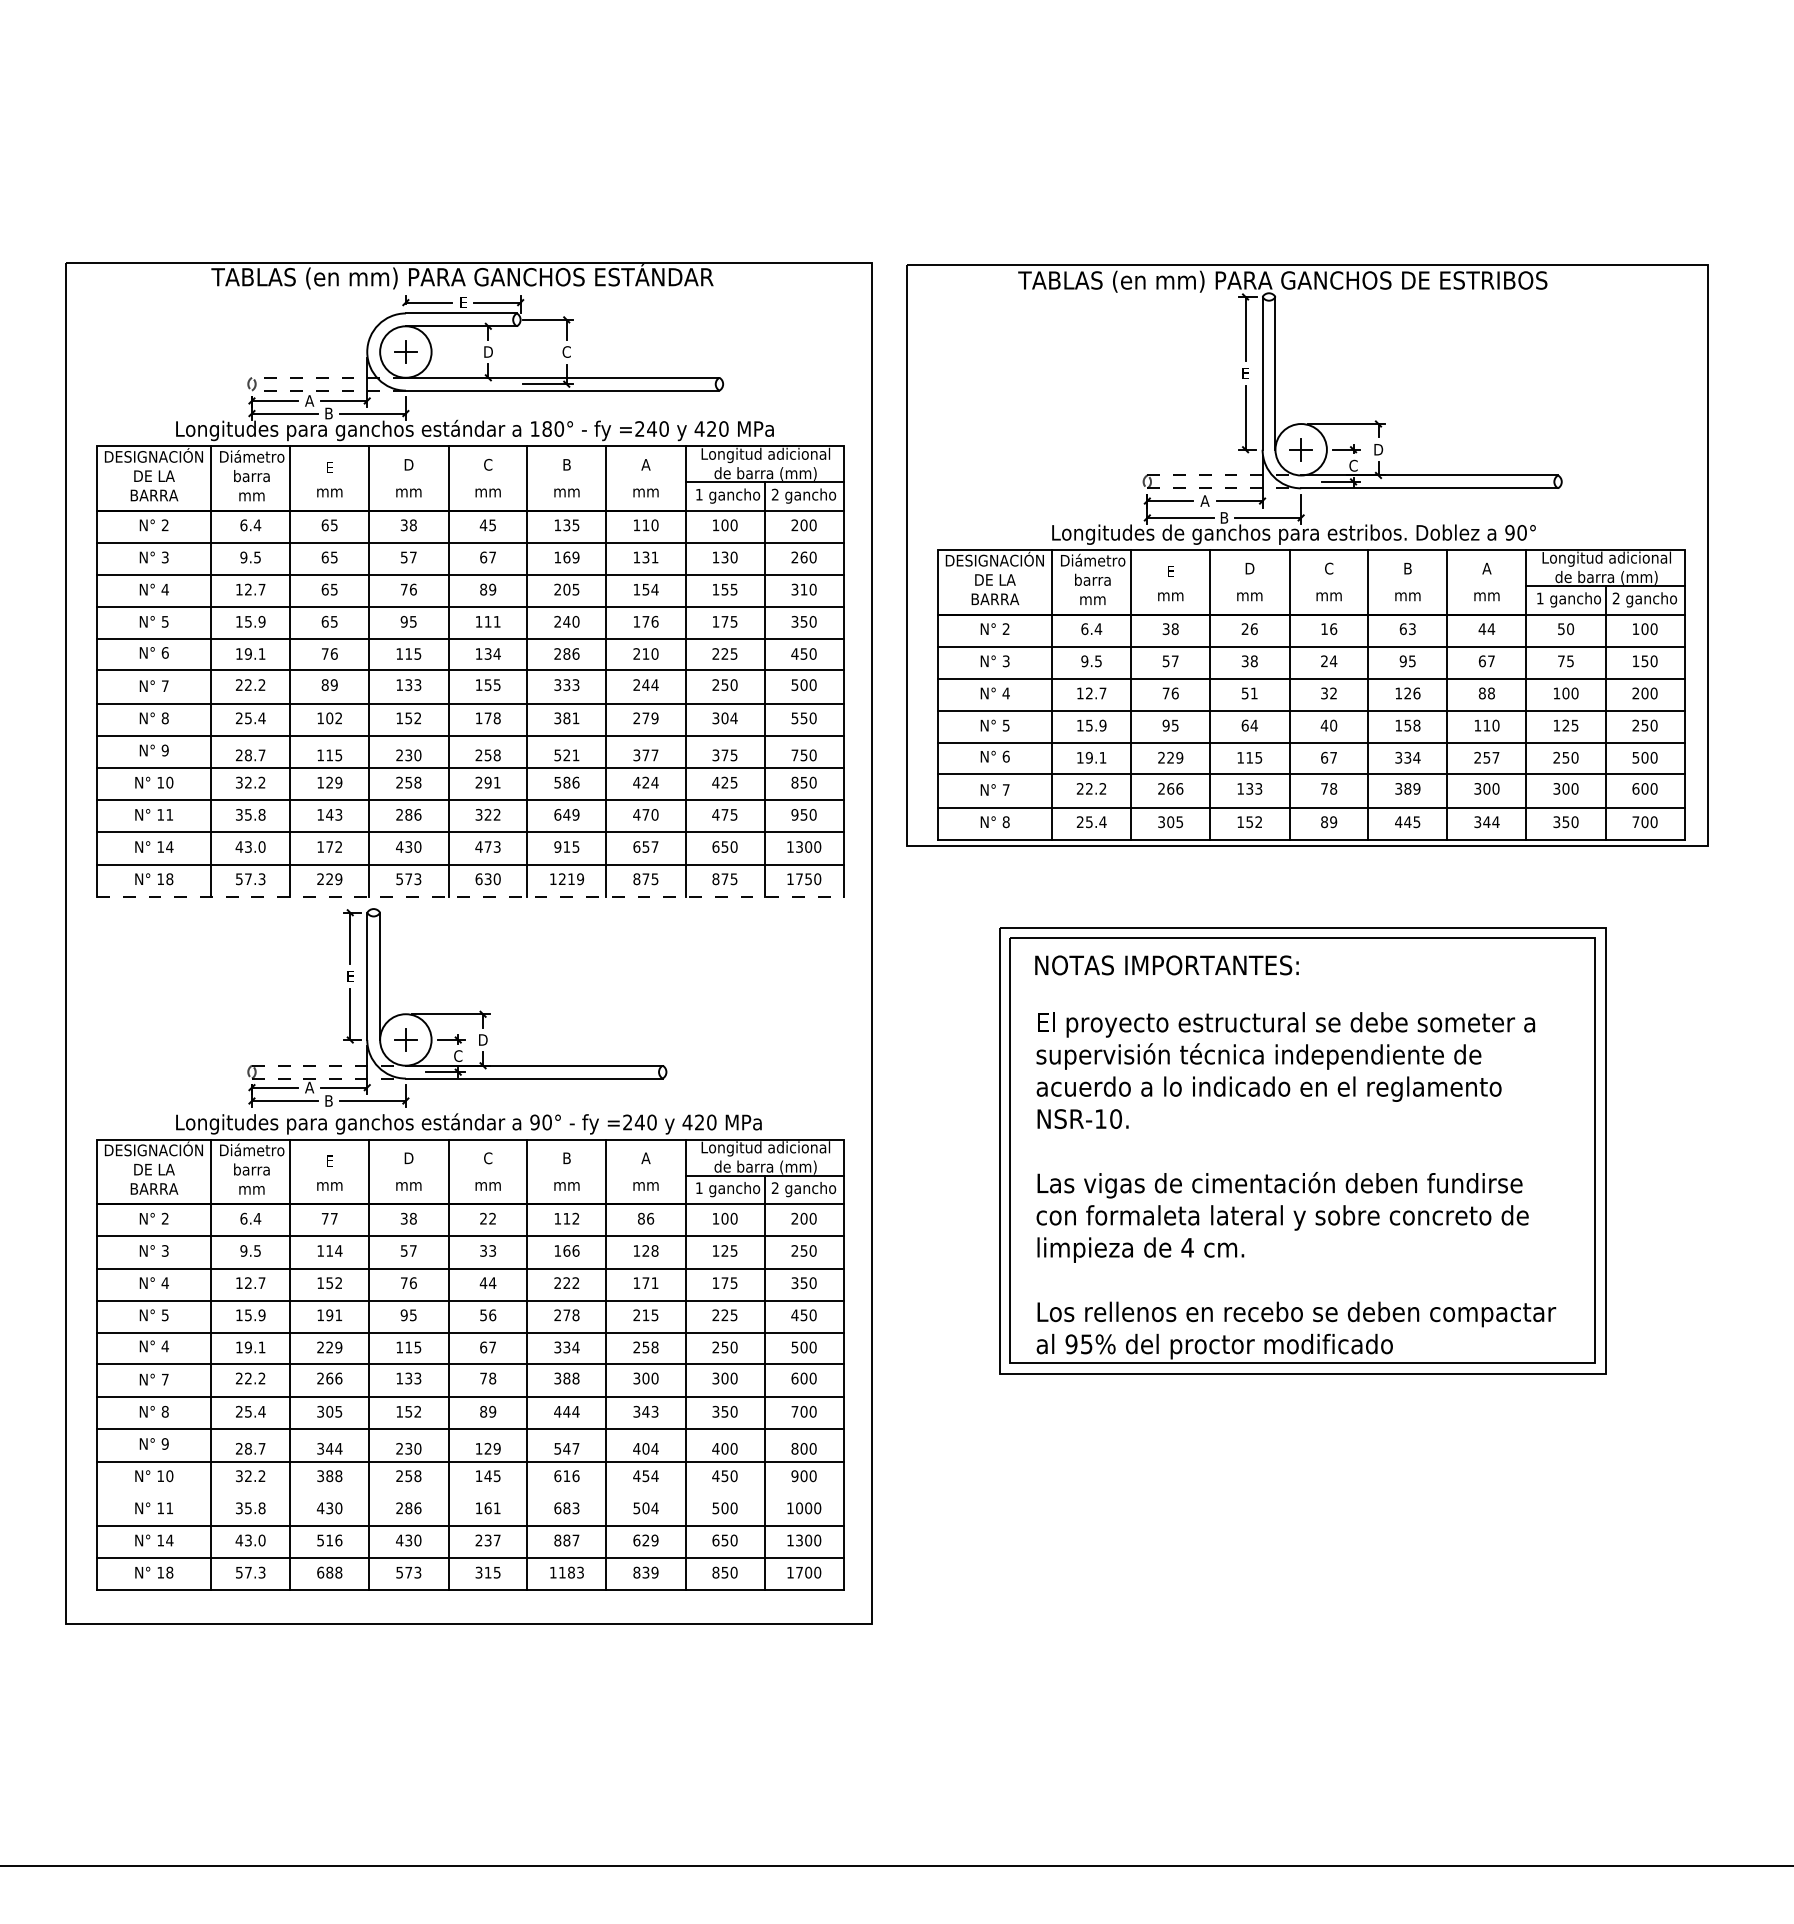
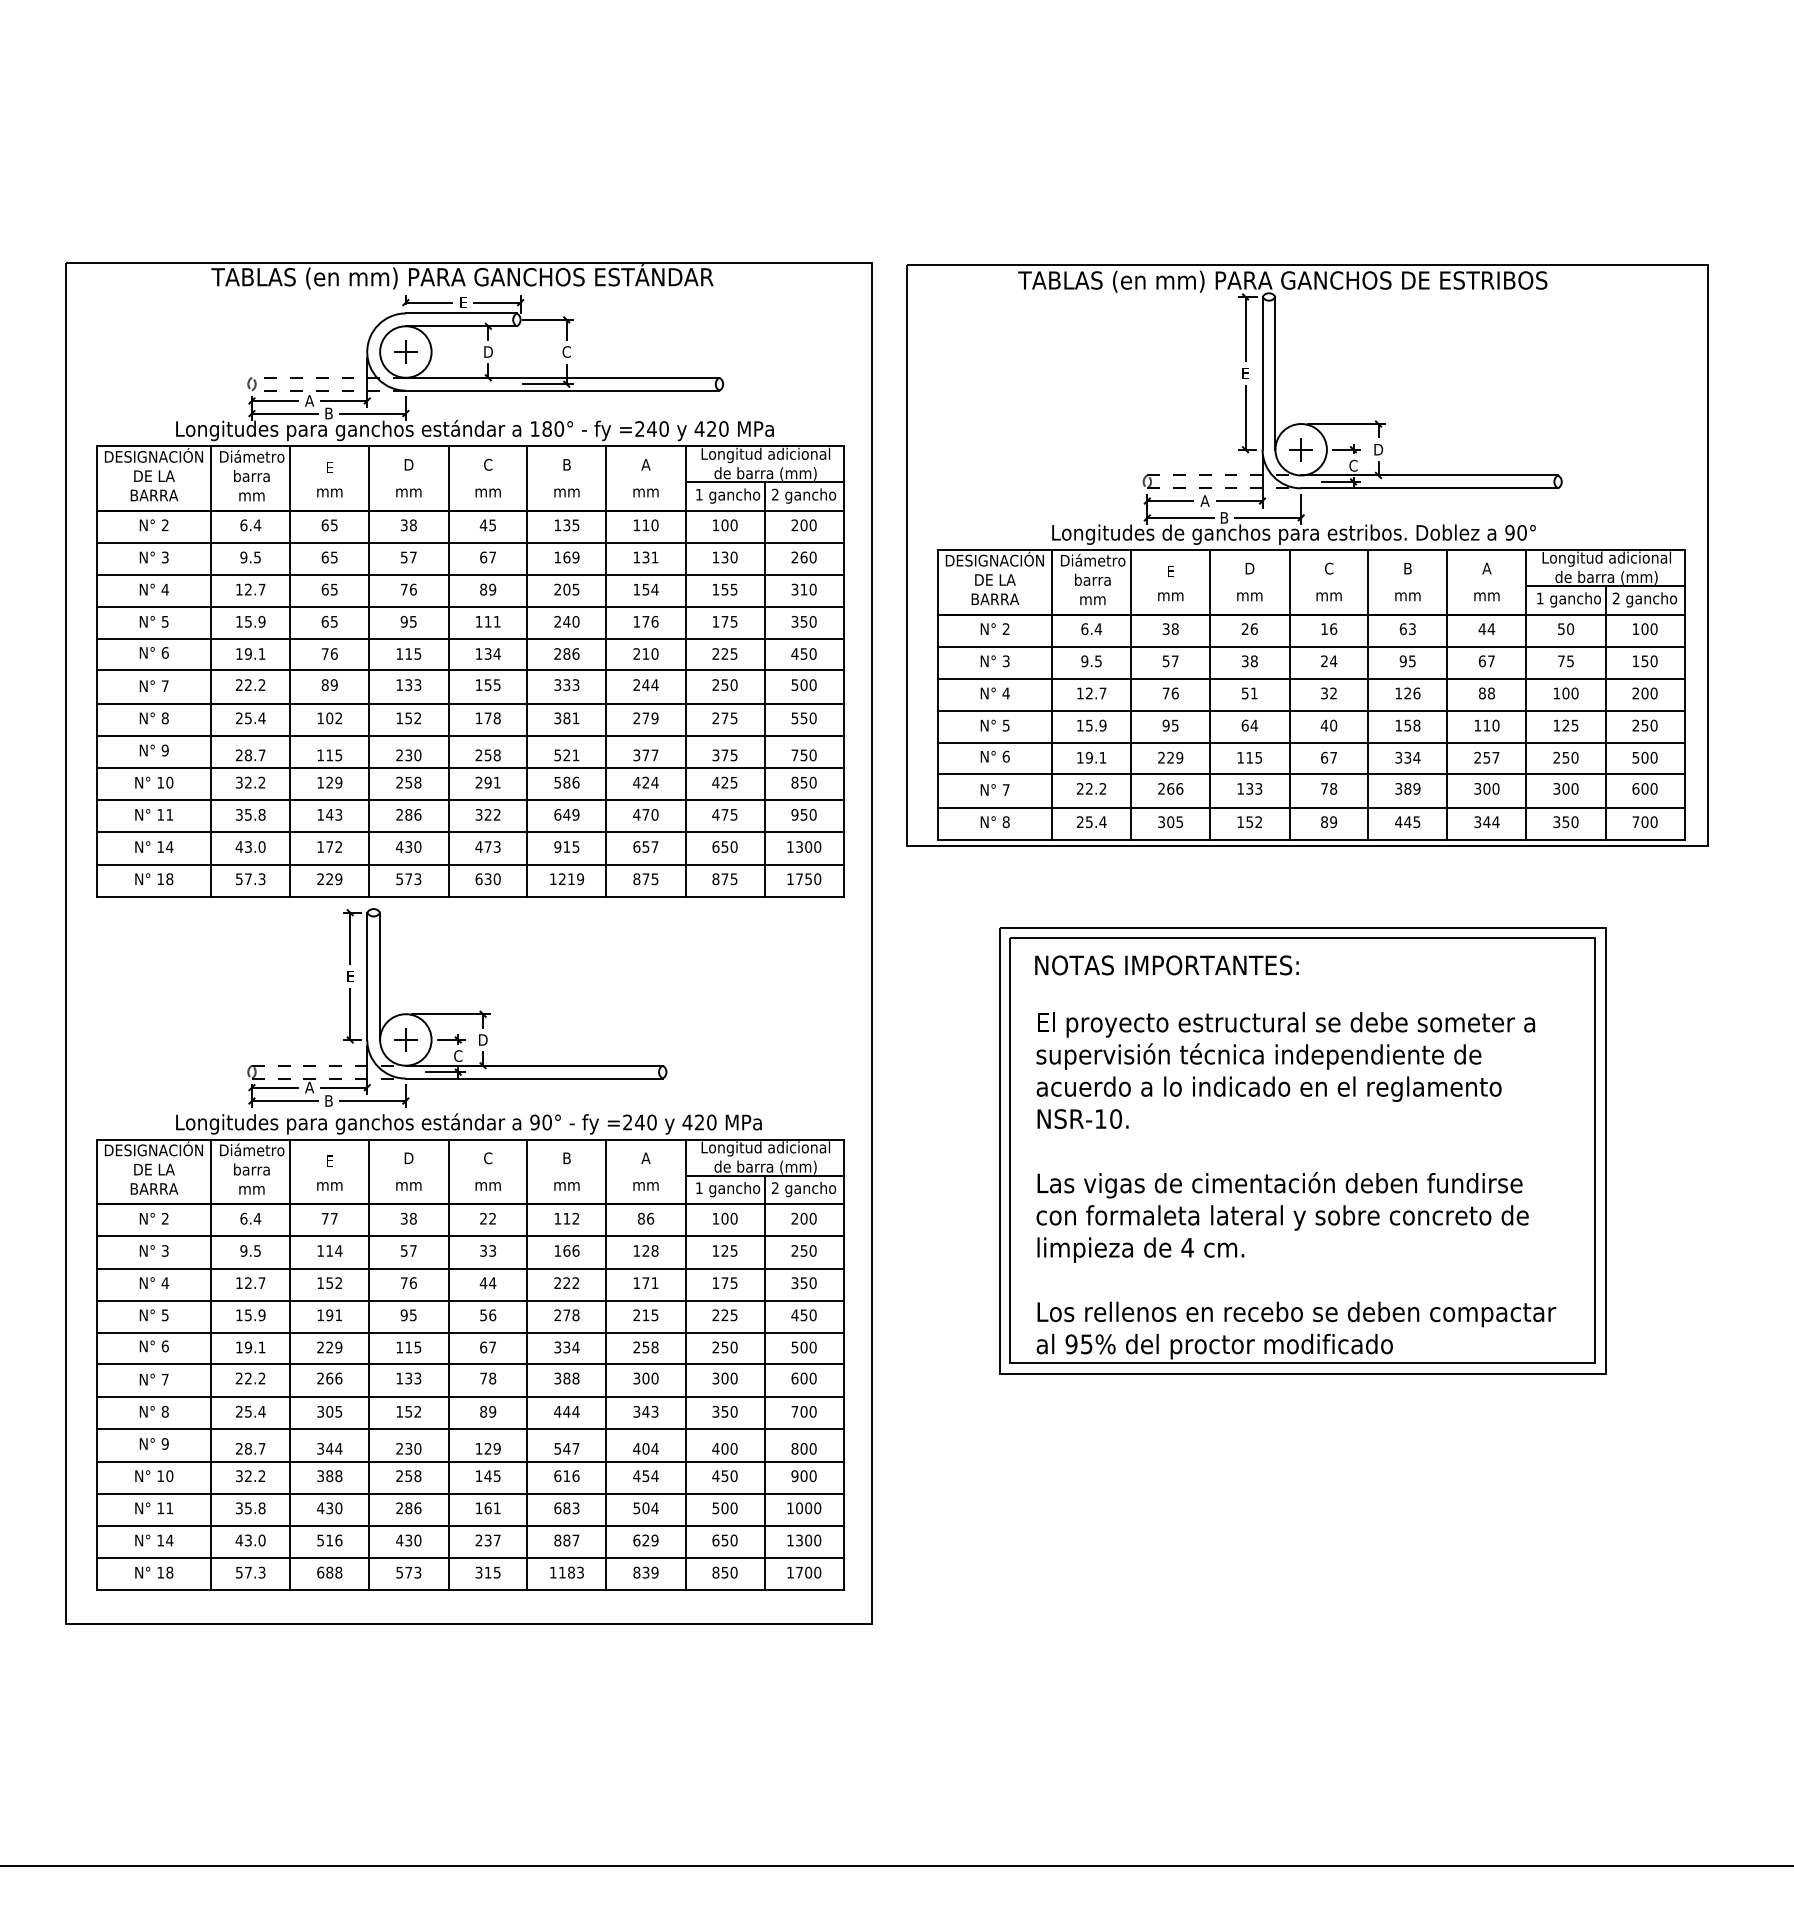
text at (724, 718): 304 -> 275
line at (470, 896): dashed -> solid
text at (164, 1346): 4 -> 6
line at (470, 1493): none -> present
